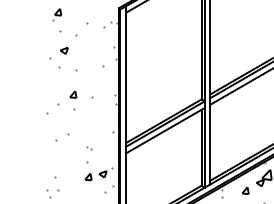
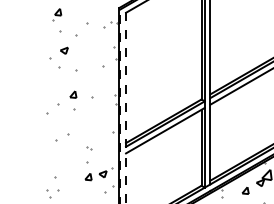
line at (126, 105): solid -> dashed
line at (120, 106): solid -> dashed
